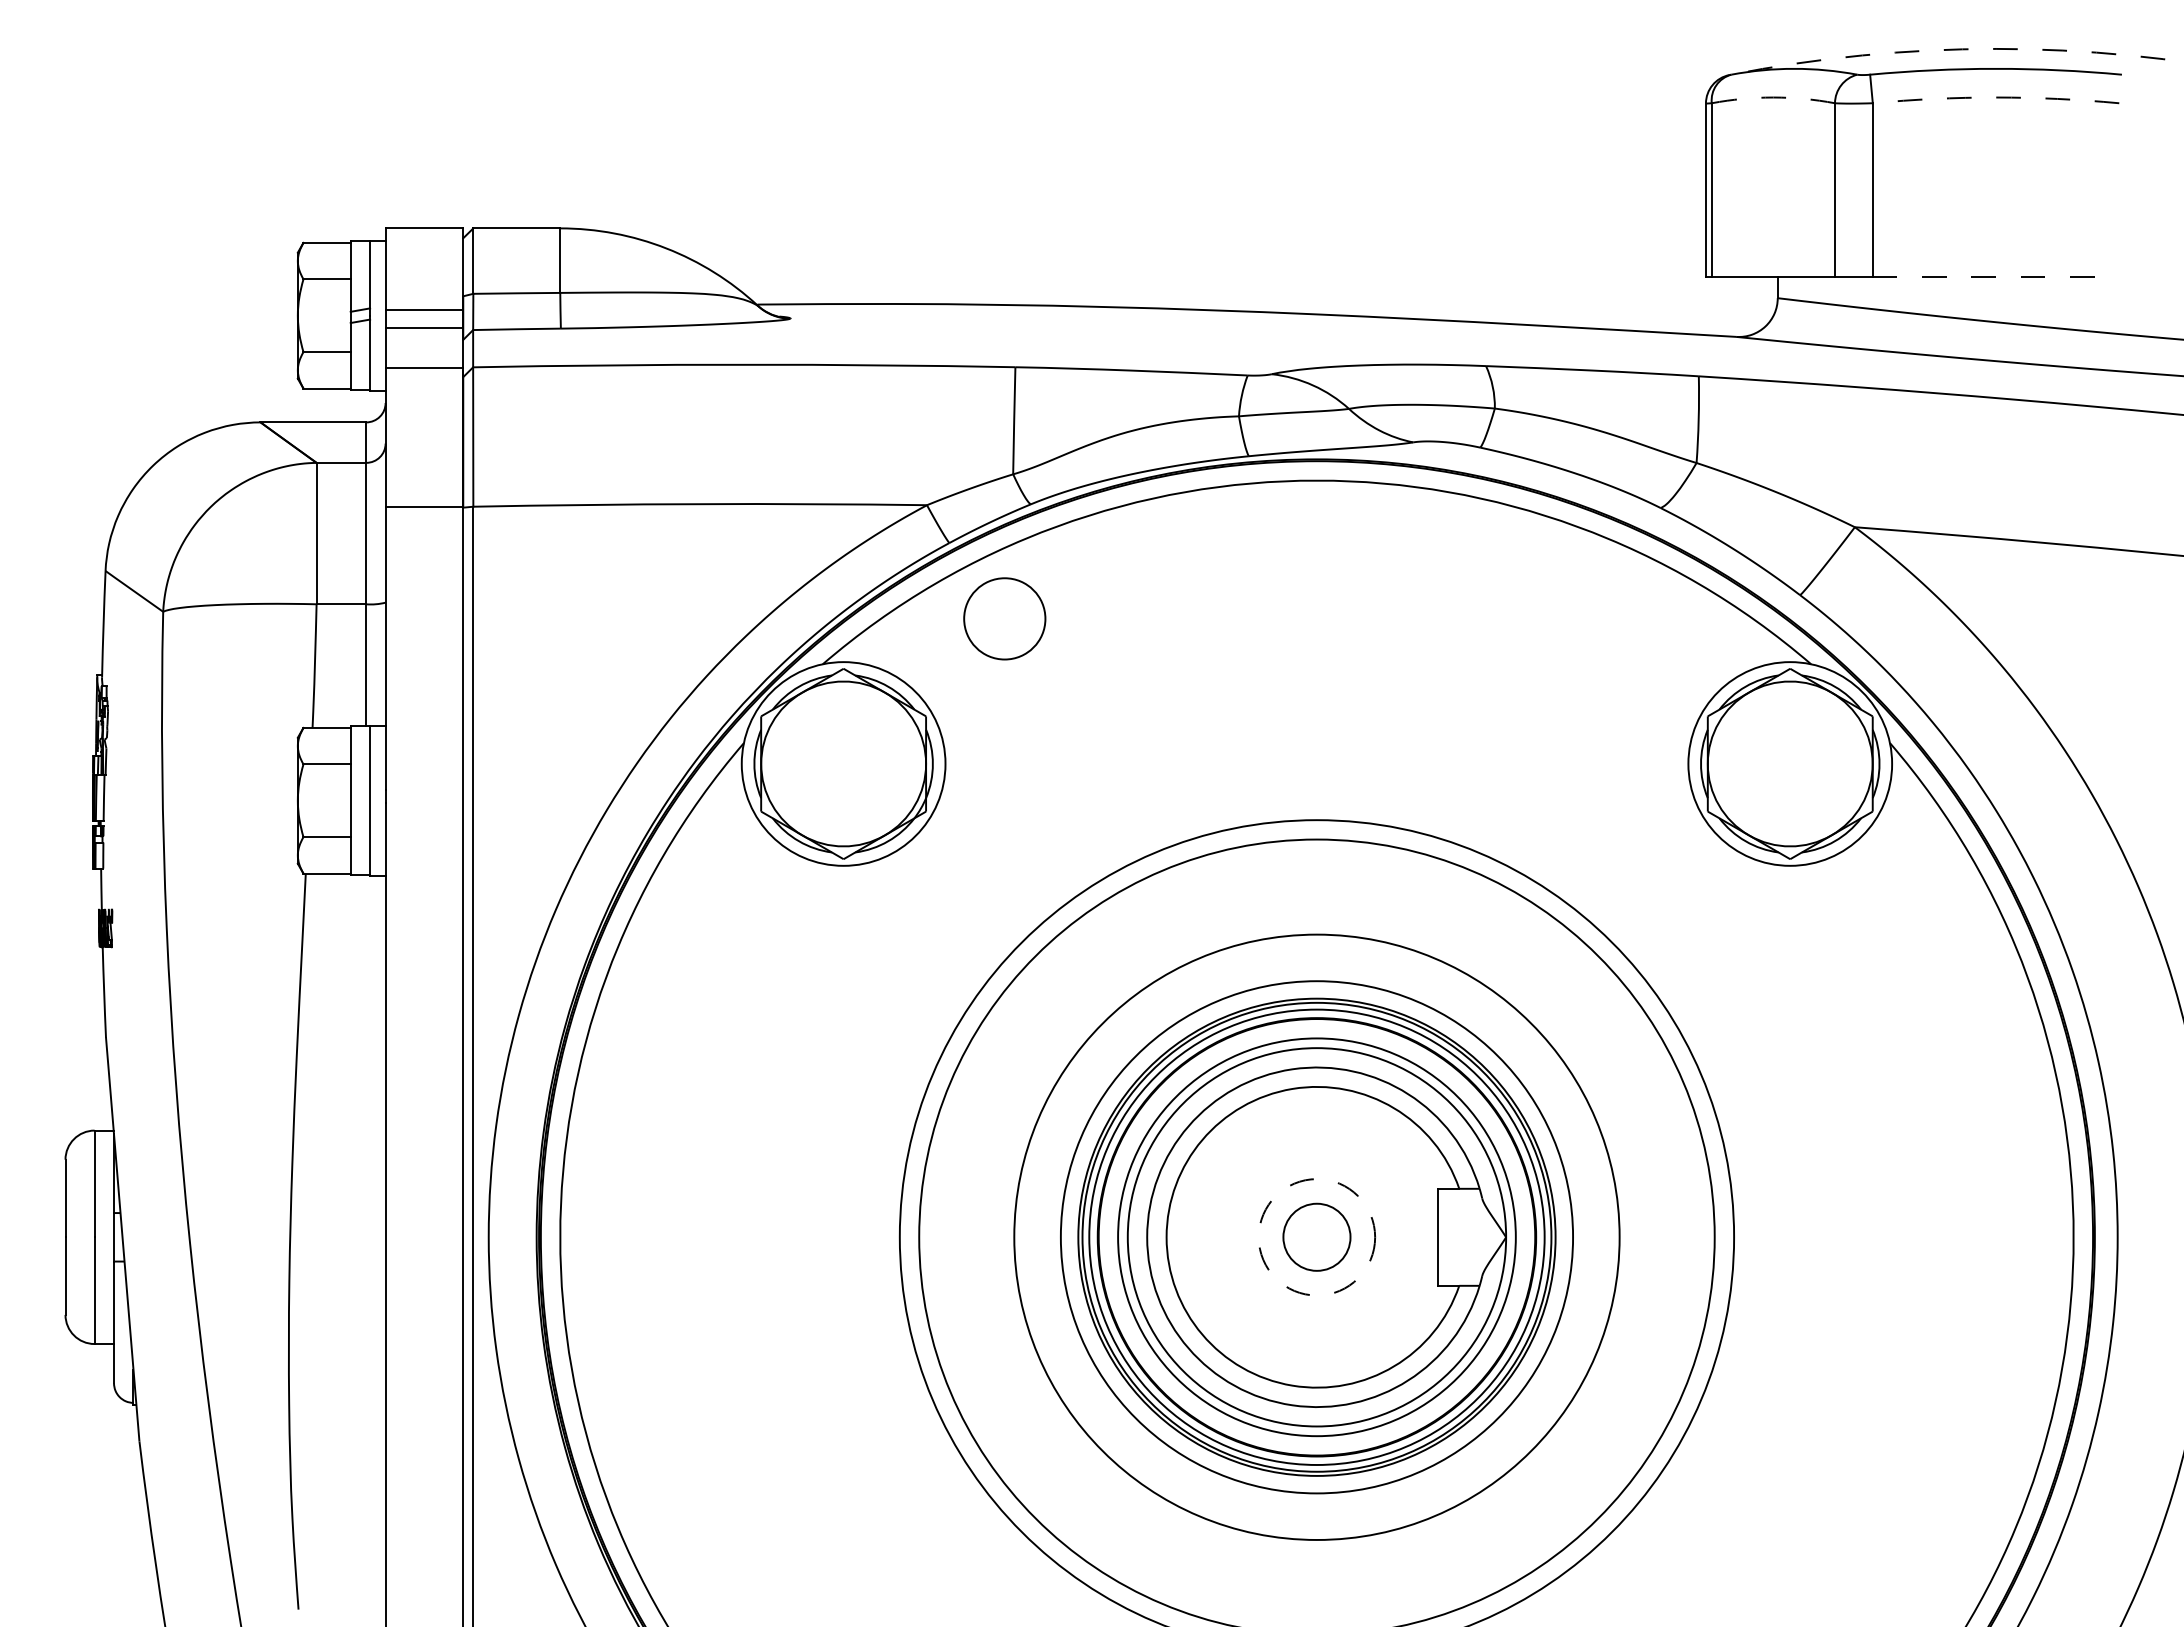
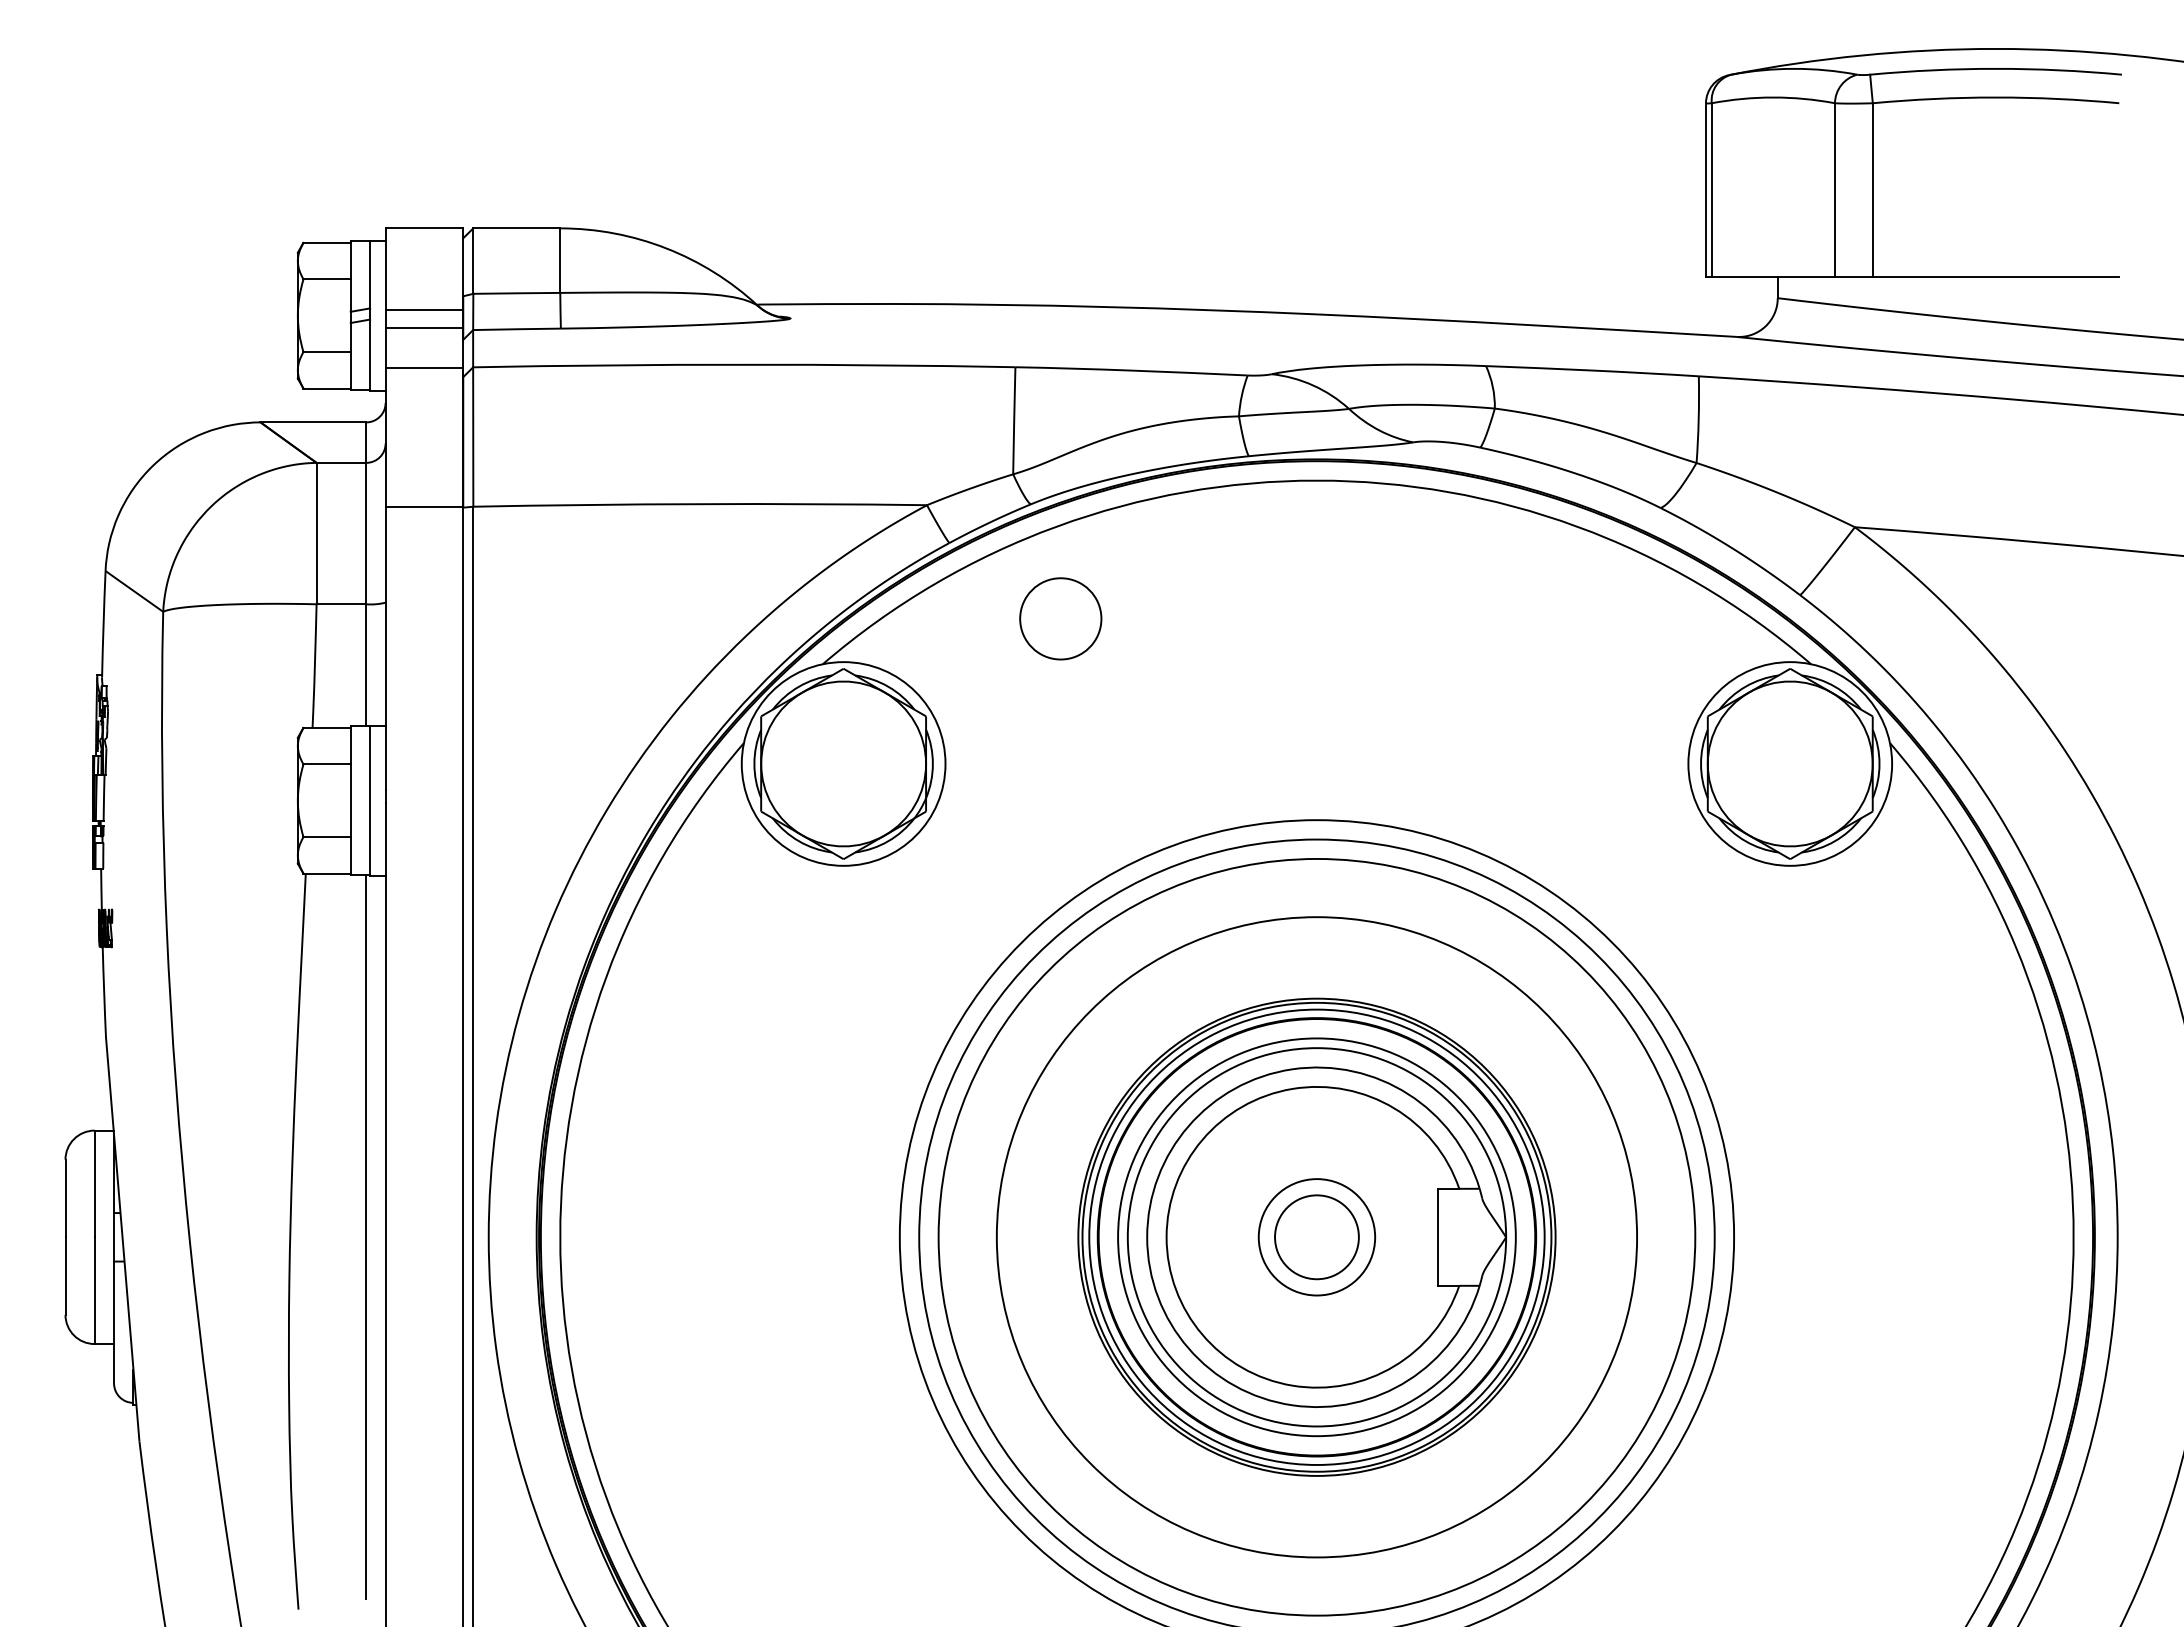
arc at (1956, 49): dashed -> solid
arc at (1773, 97): dashed -> solid
arc at (1996, 97): dashed -> solid
line at (1996, 276): dashed -> solid
circle at (1004, 618) position: (1004, 618) -> (1060, 618)
circle at (1316, 1236) diameter: 605 px -> 757 px
circle at (1316, 1236) diameter: 67 px -> 84 px
line at (366, 1237): none -> present
circle at (1316, 1237) diameter: 512 px -> 640 px
circle at (1316, 1237): dashed -> solid
